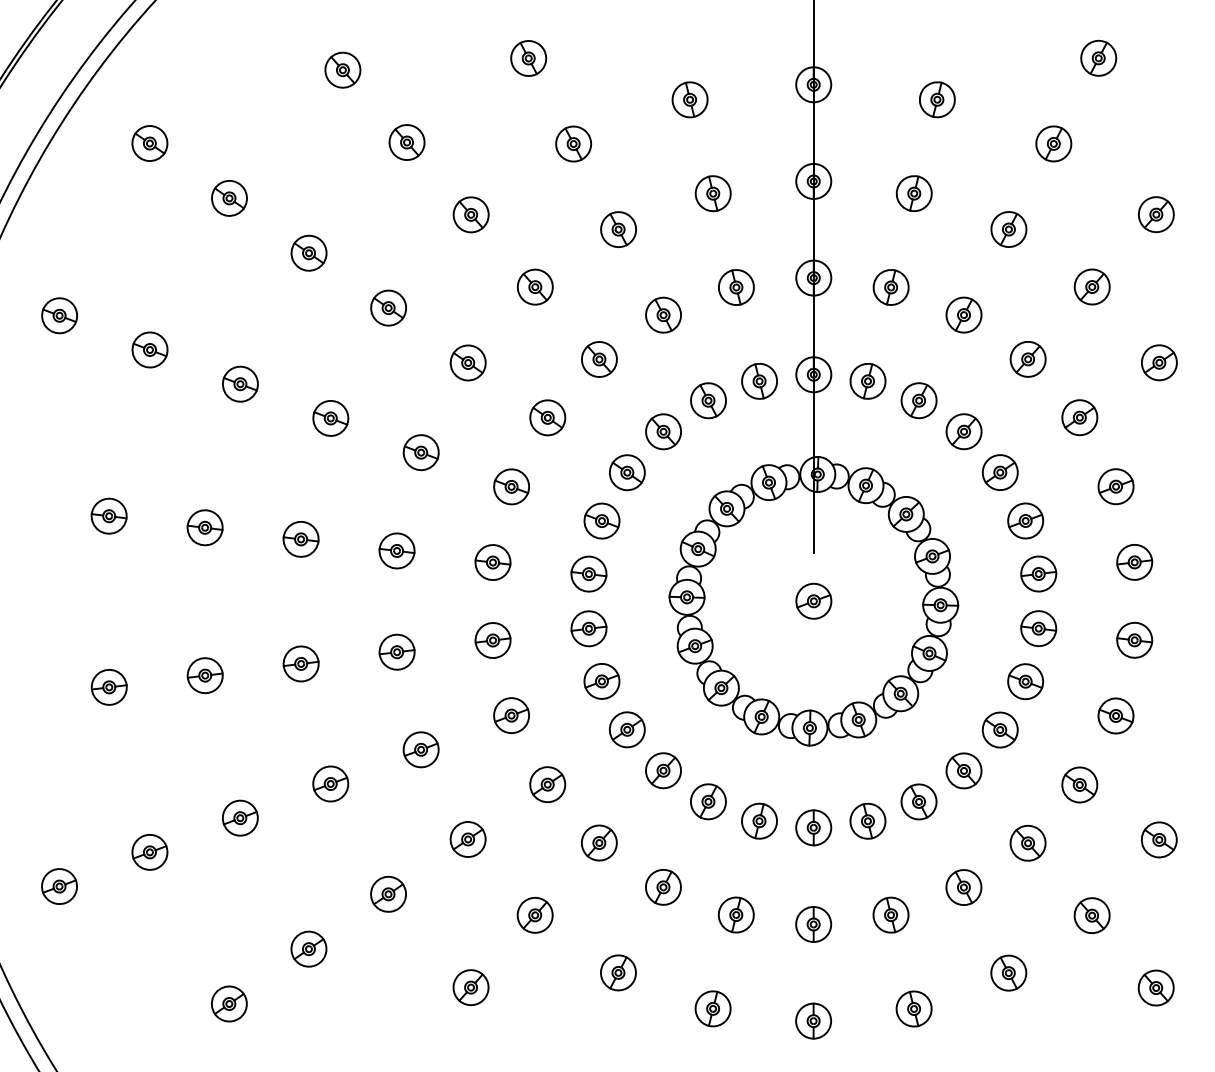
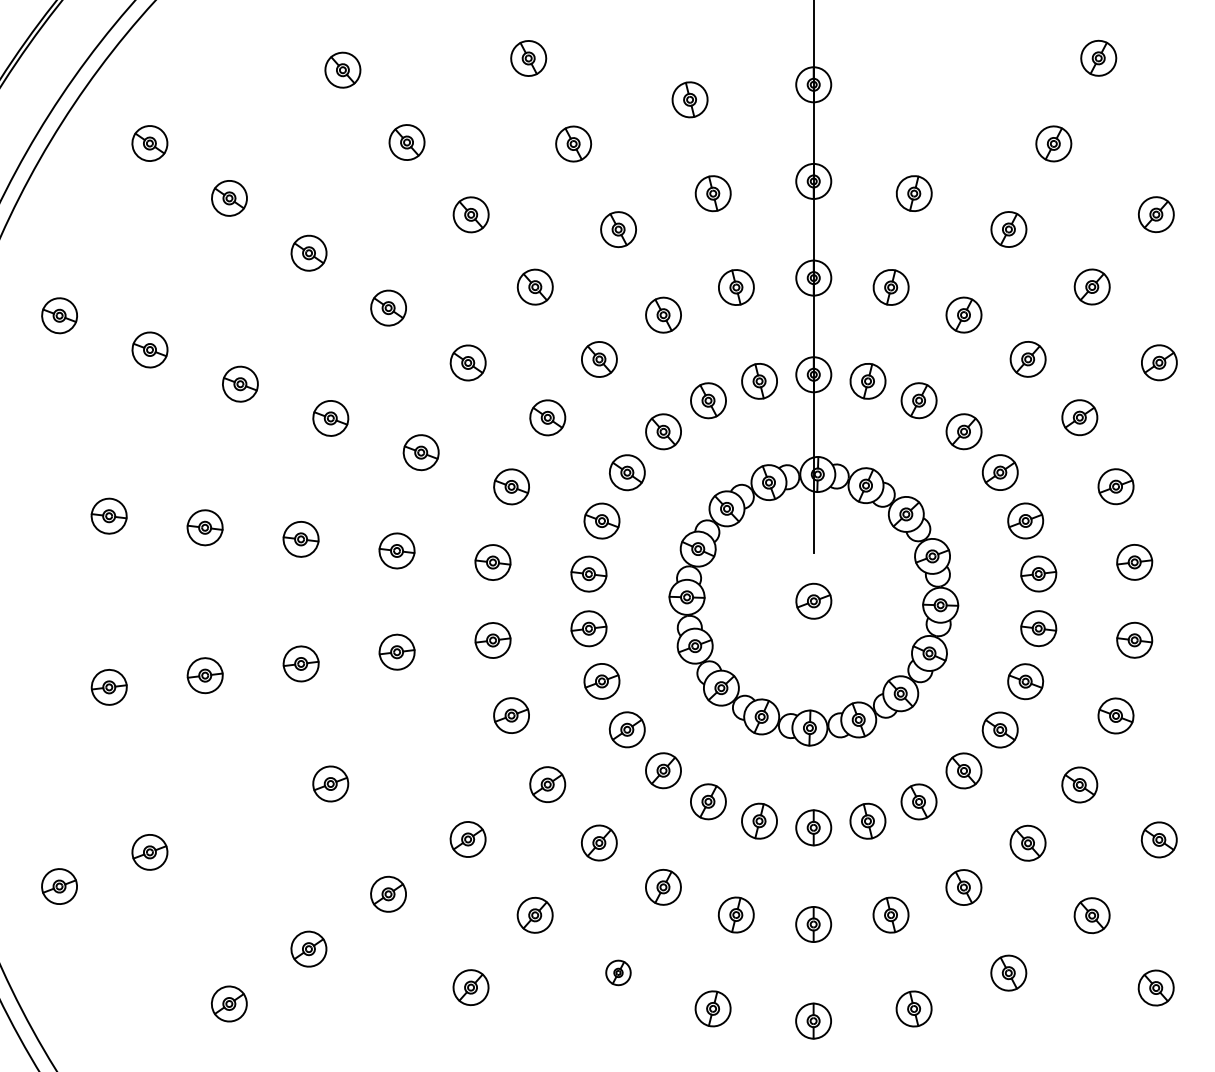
part at (937, 99): present -> none
part at (420, 749): present -> none
part at (240, 817): present -> none
part at (618, 972) size: 37x38 px -> 27x28 px
